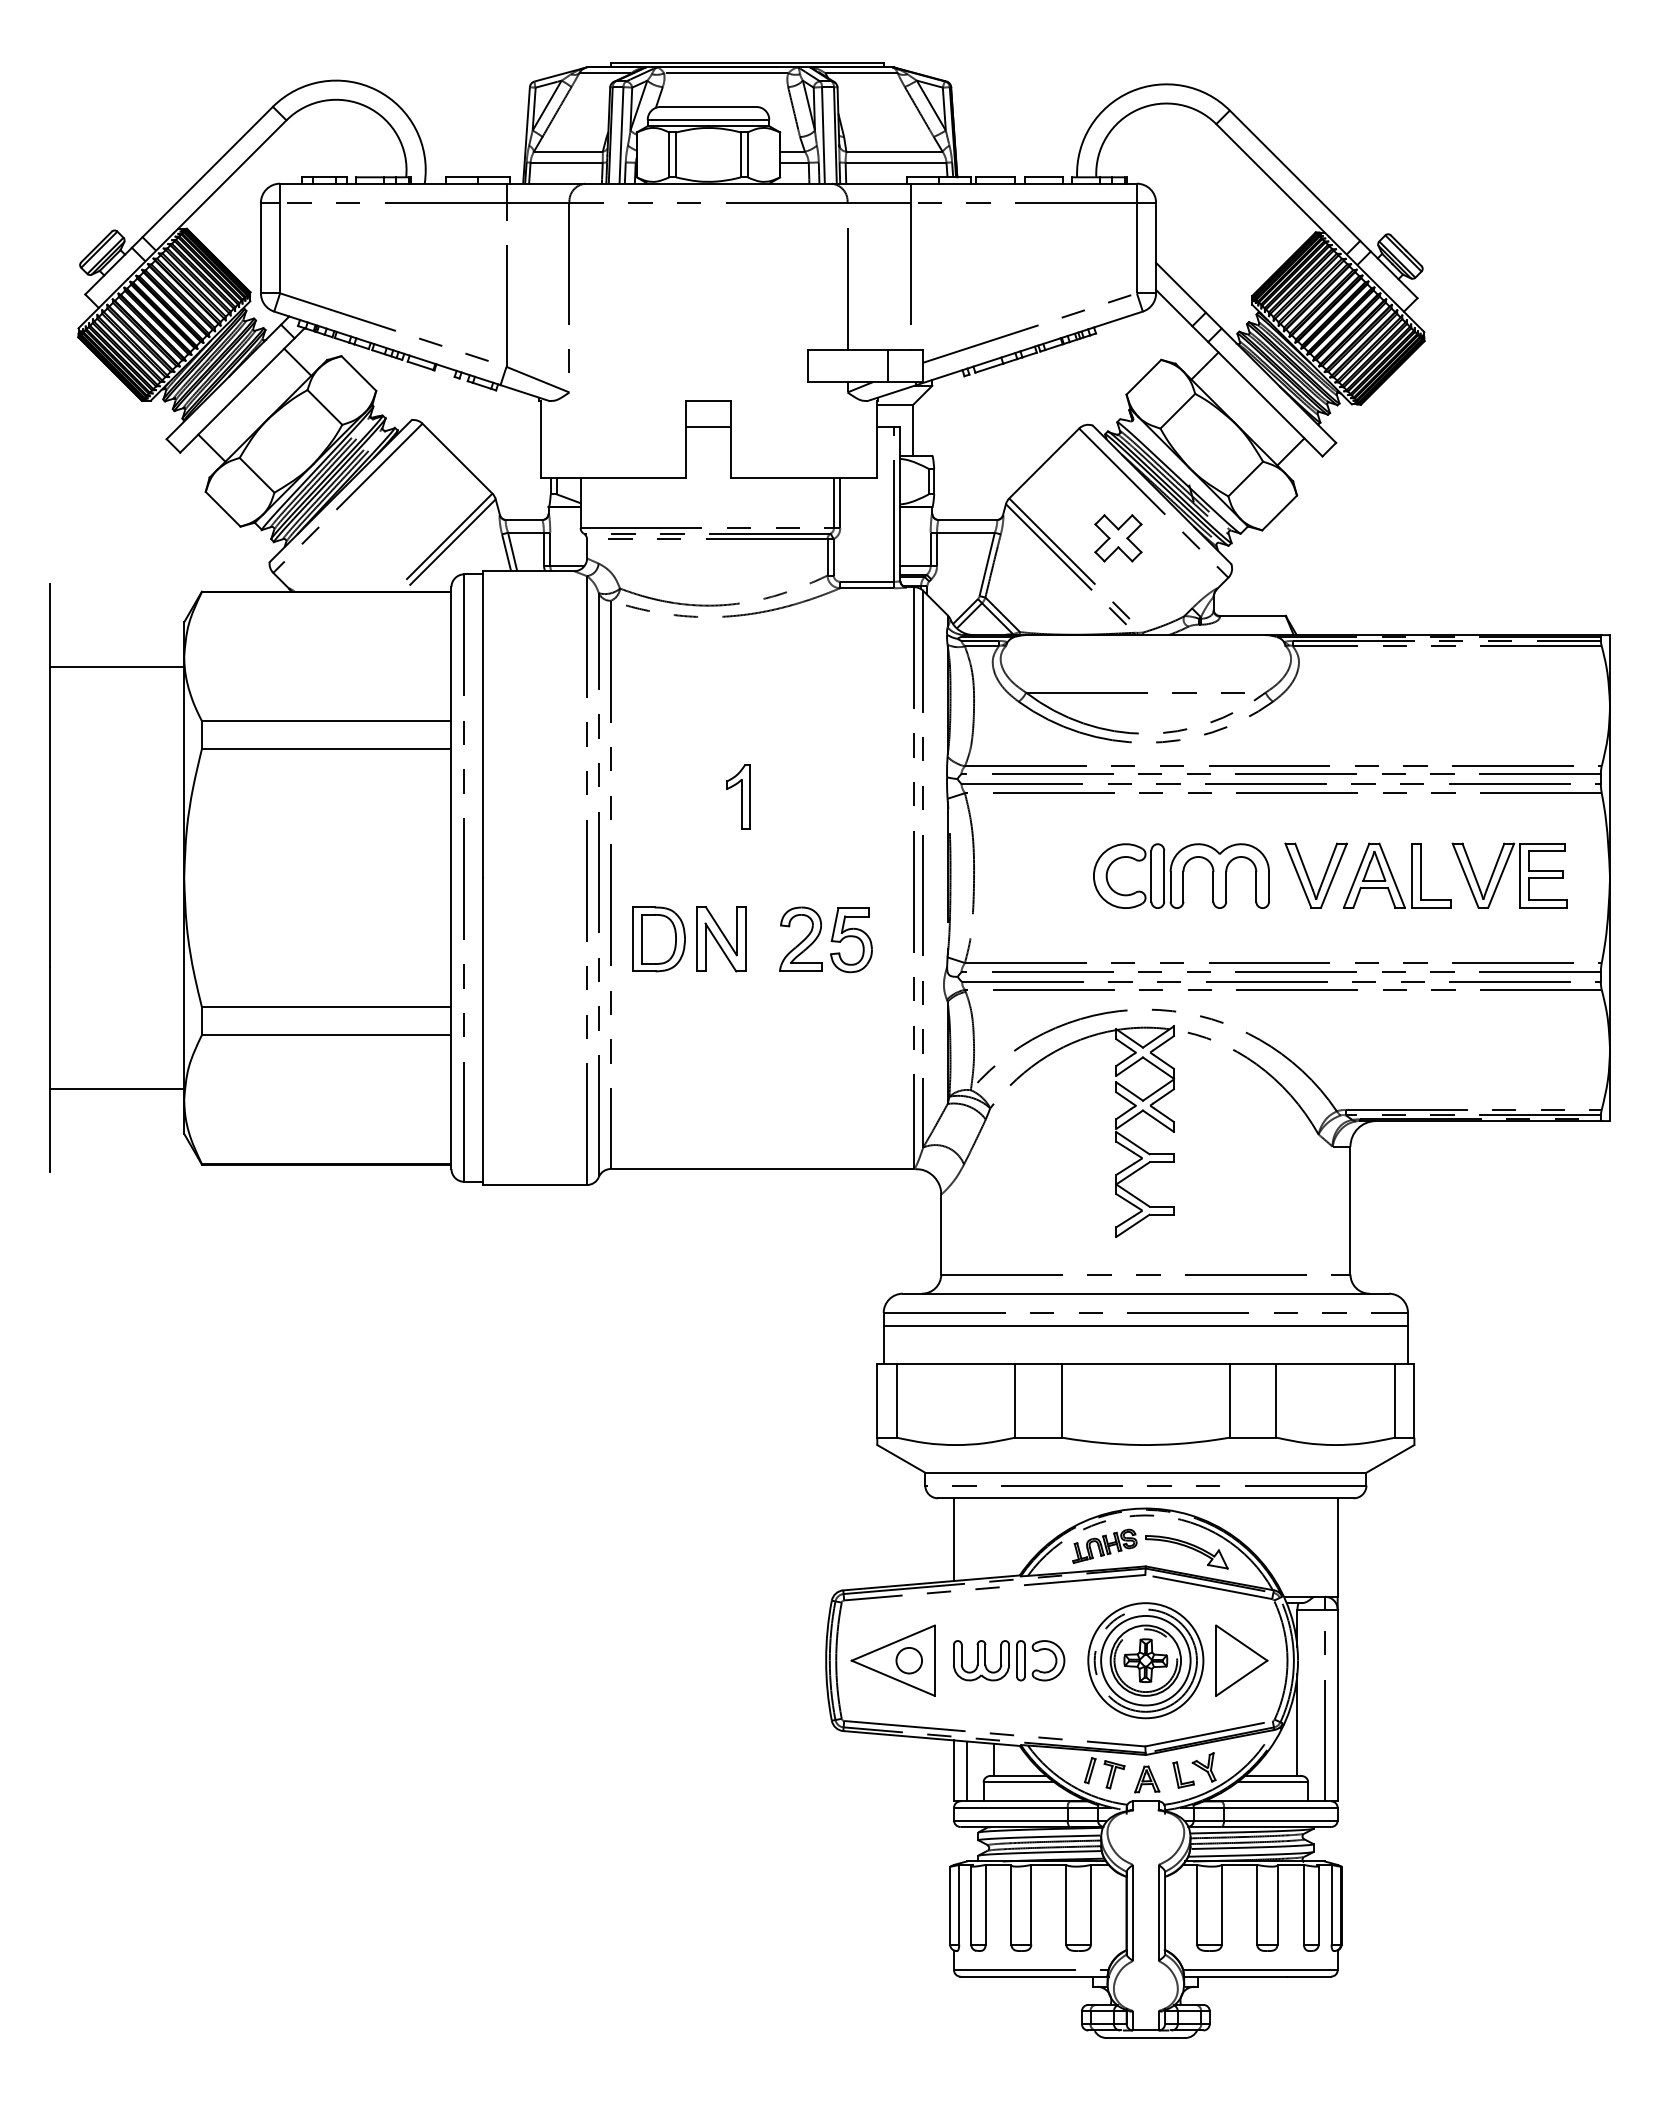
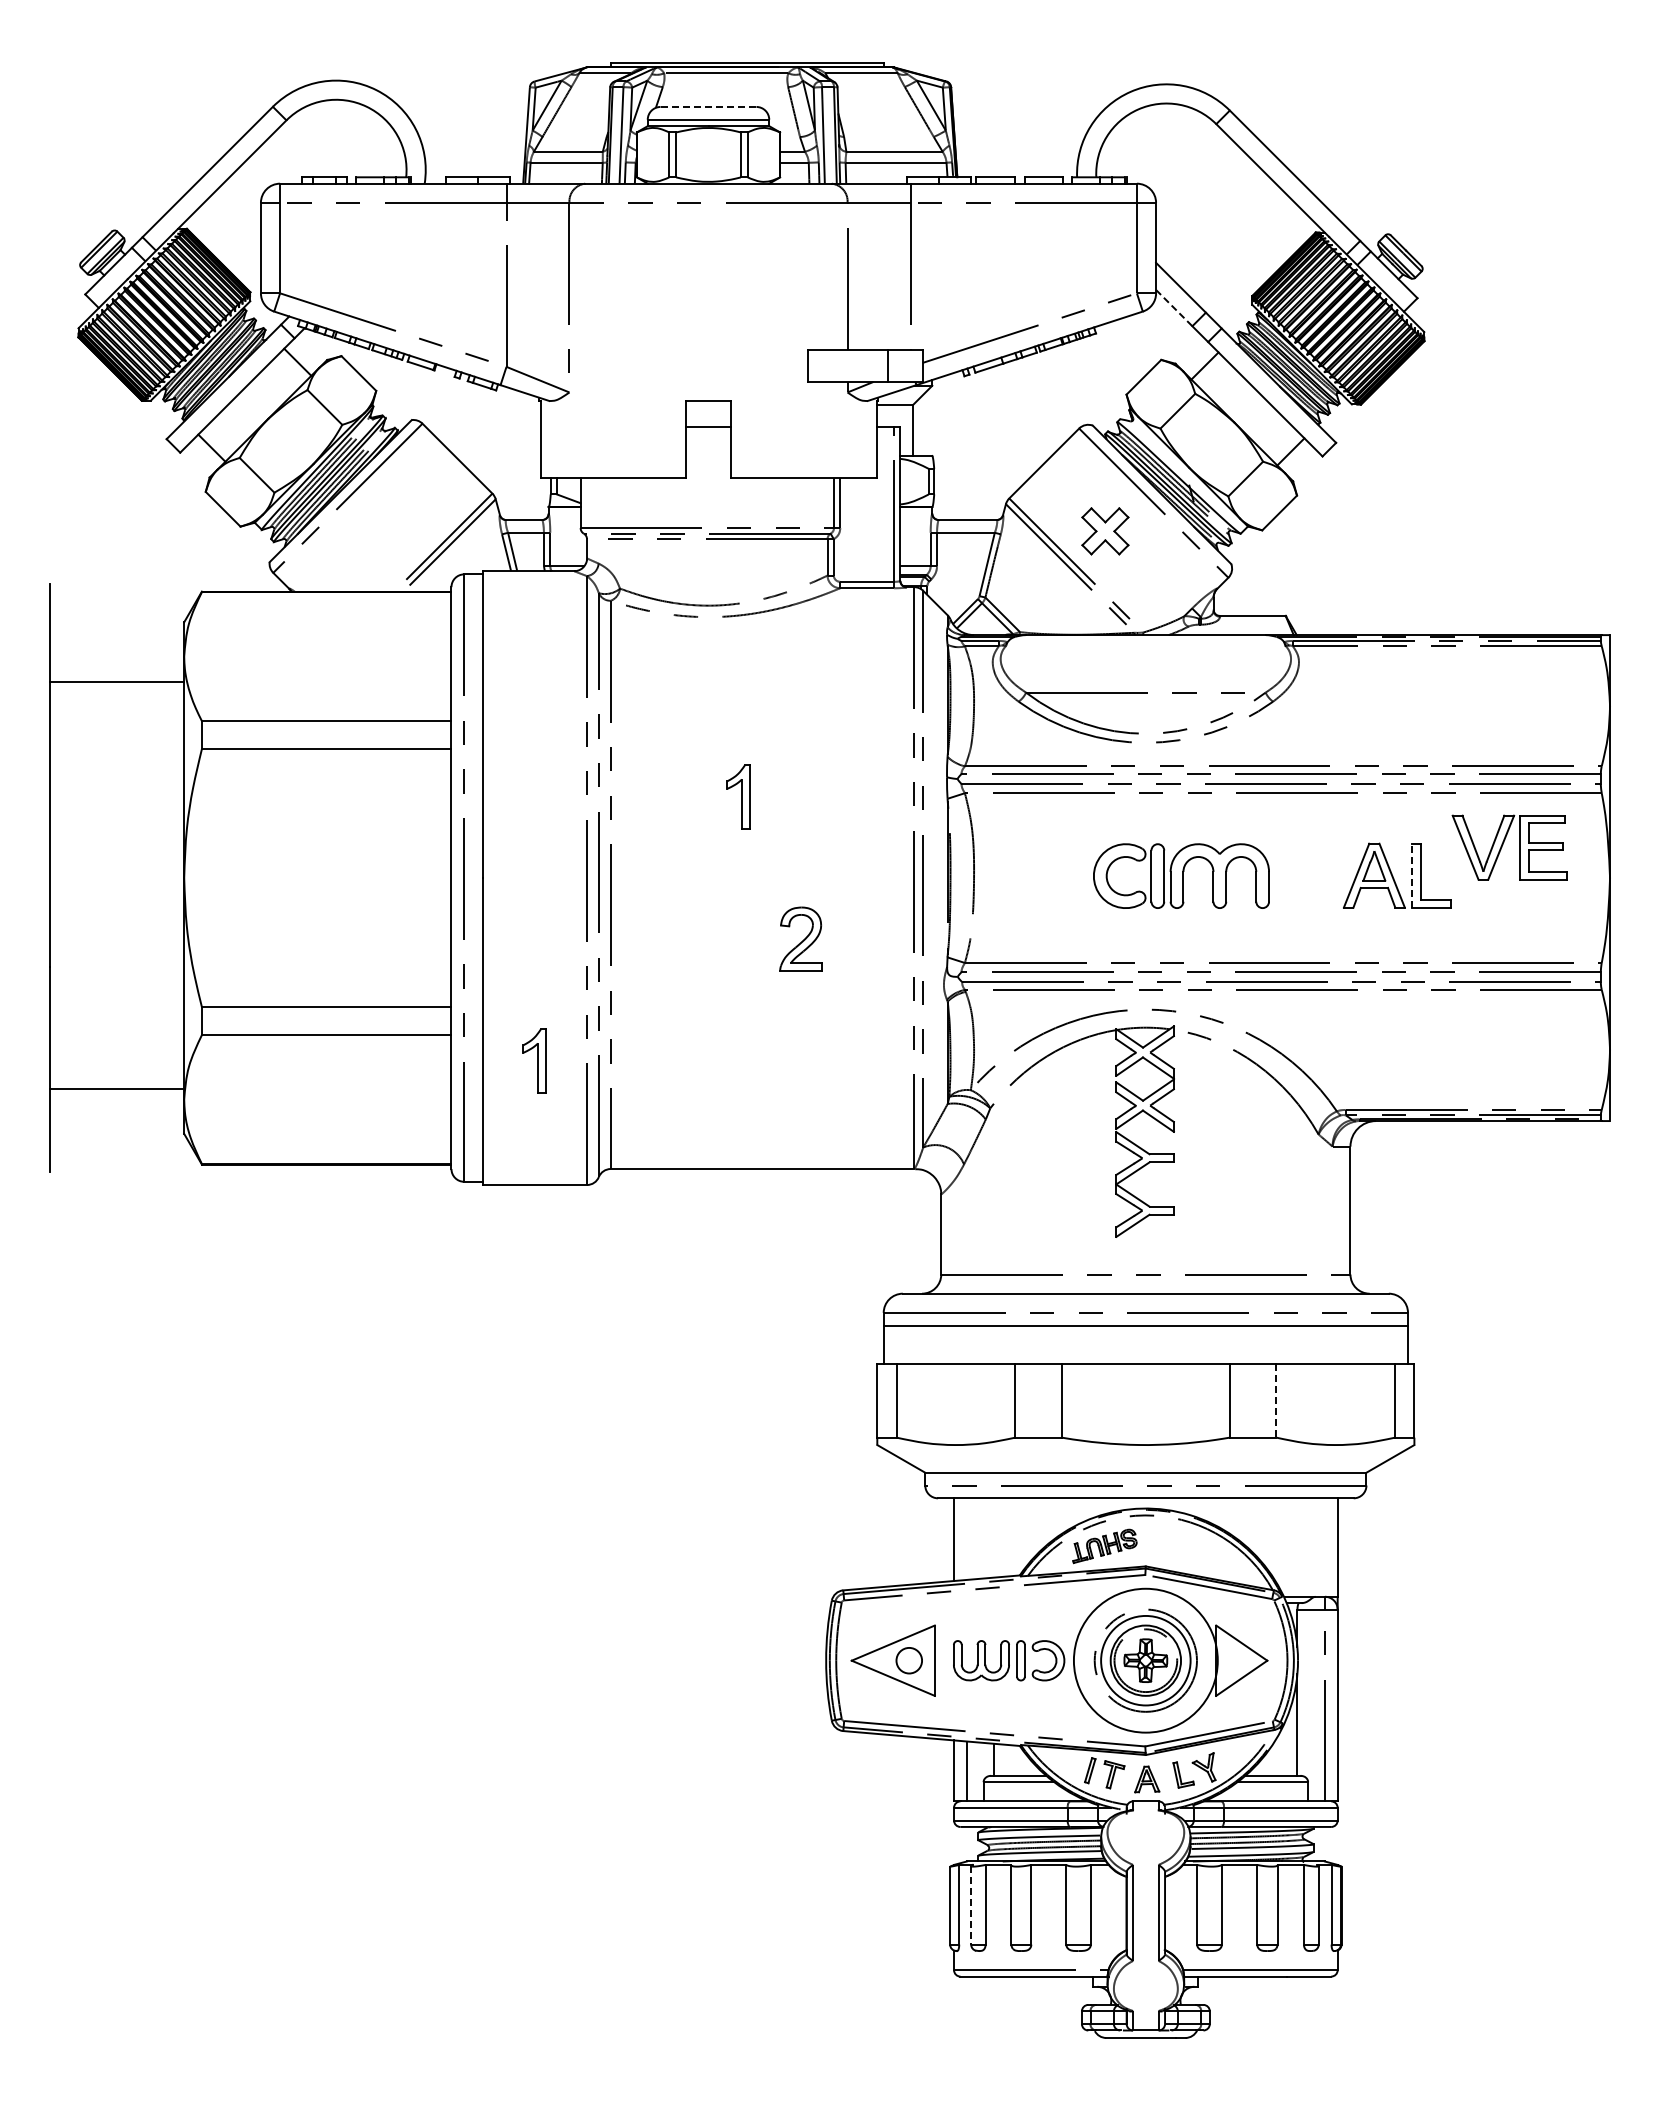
line at (708, 106): solid -> dashed
line at (1174, 308): solid -> dashed
part at (1118, 538) position: (1118, 538) -> (1105, 531)
line at (116, 667) position: (116, 667) -> (116, 682)
part at (1503, 873) position: (1503, 873) -> (1503, 845)
line at (1411, 875): solid -> dashed
part at (1309, 877): present -> none
part at (658, 939): present -> none
part at (721, 939): present -> none
part at (851, 940): present -> none
part at (534, 1060): none -> present
line at (1276, 1400): solid -> dashed
part at (1186, 1552): present -> none
circle at (1145, 1660) diameter: 115 px -> 144 px
line at (971, 1905): solid -> dashed
